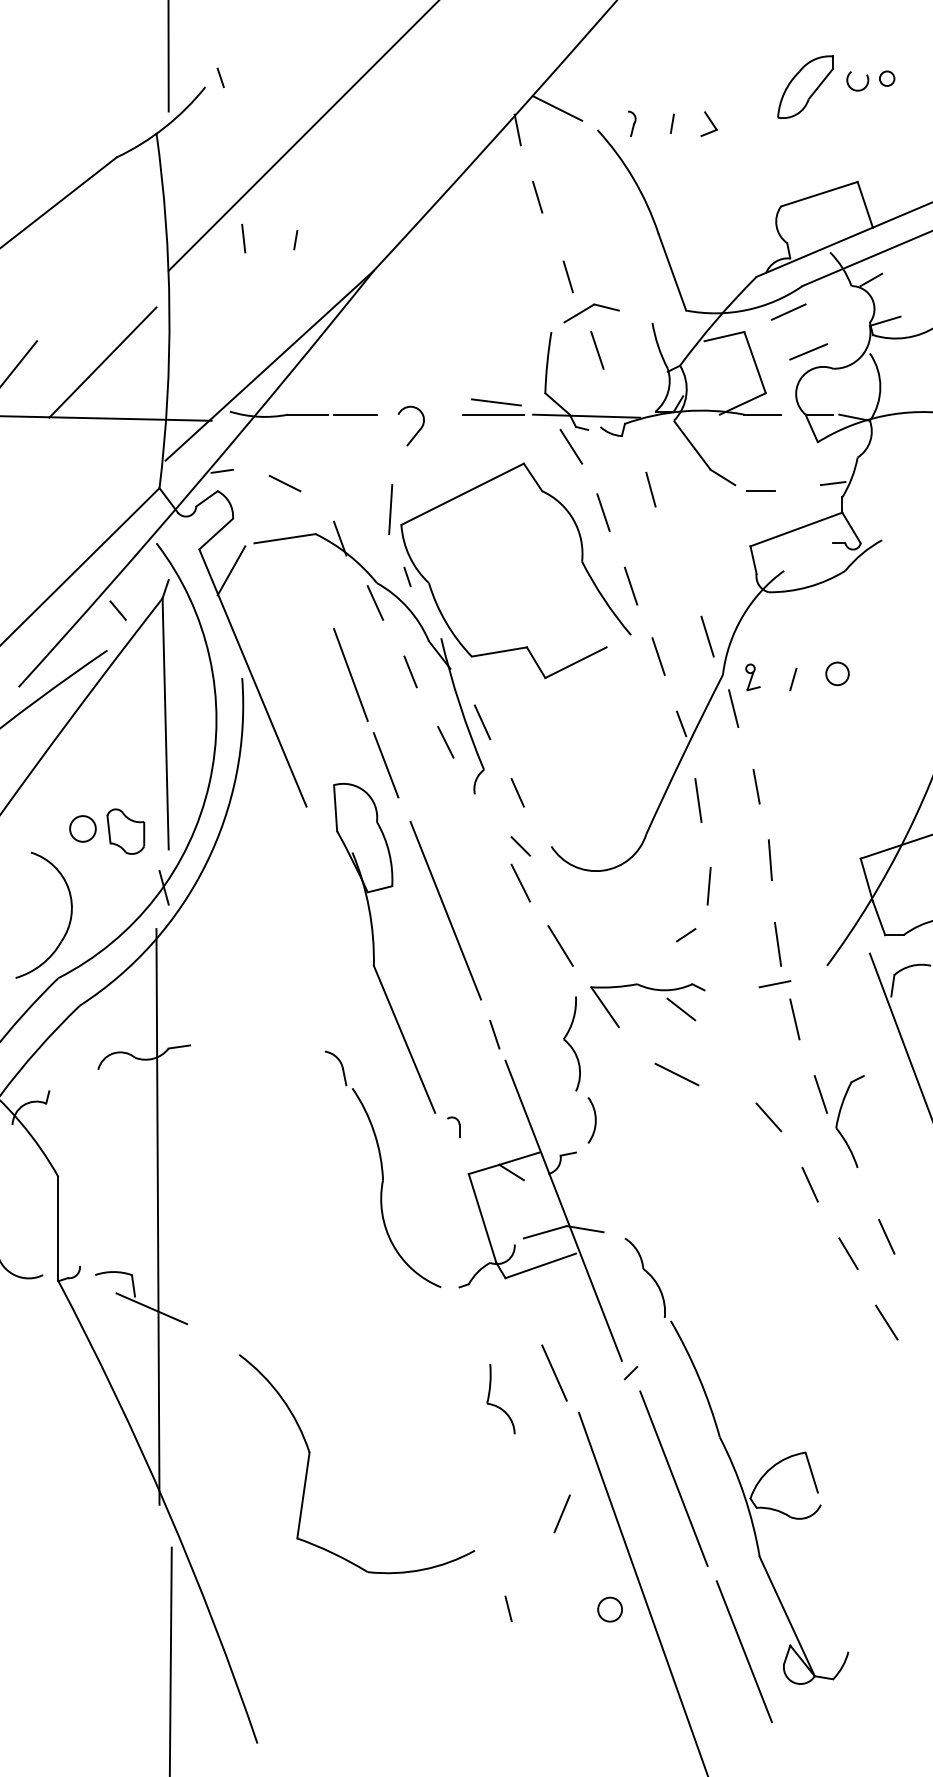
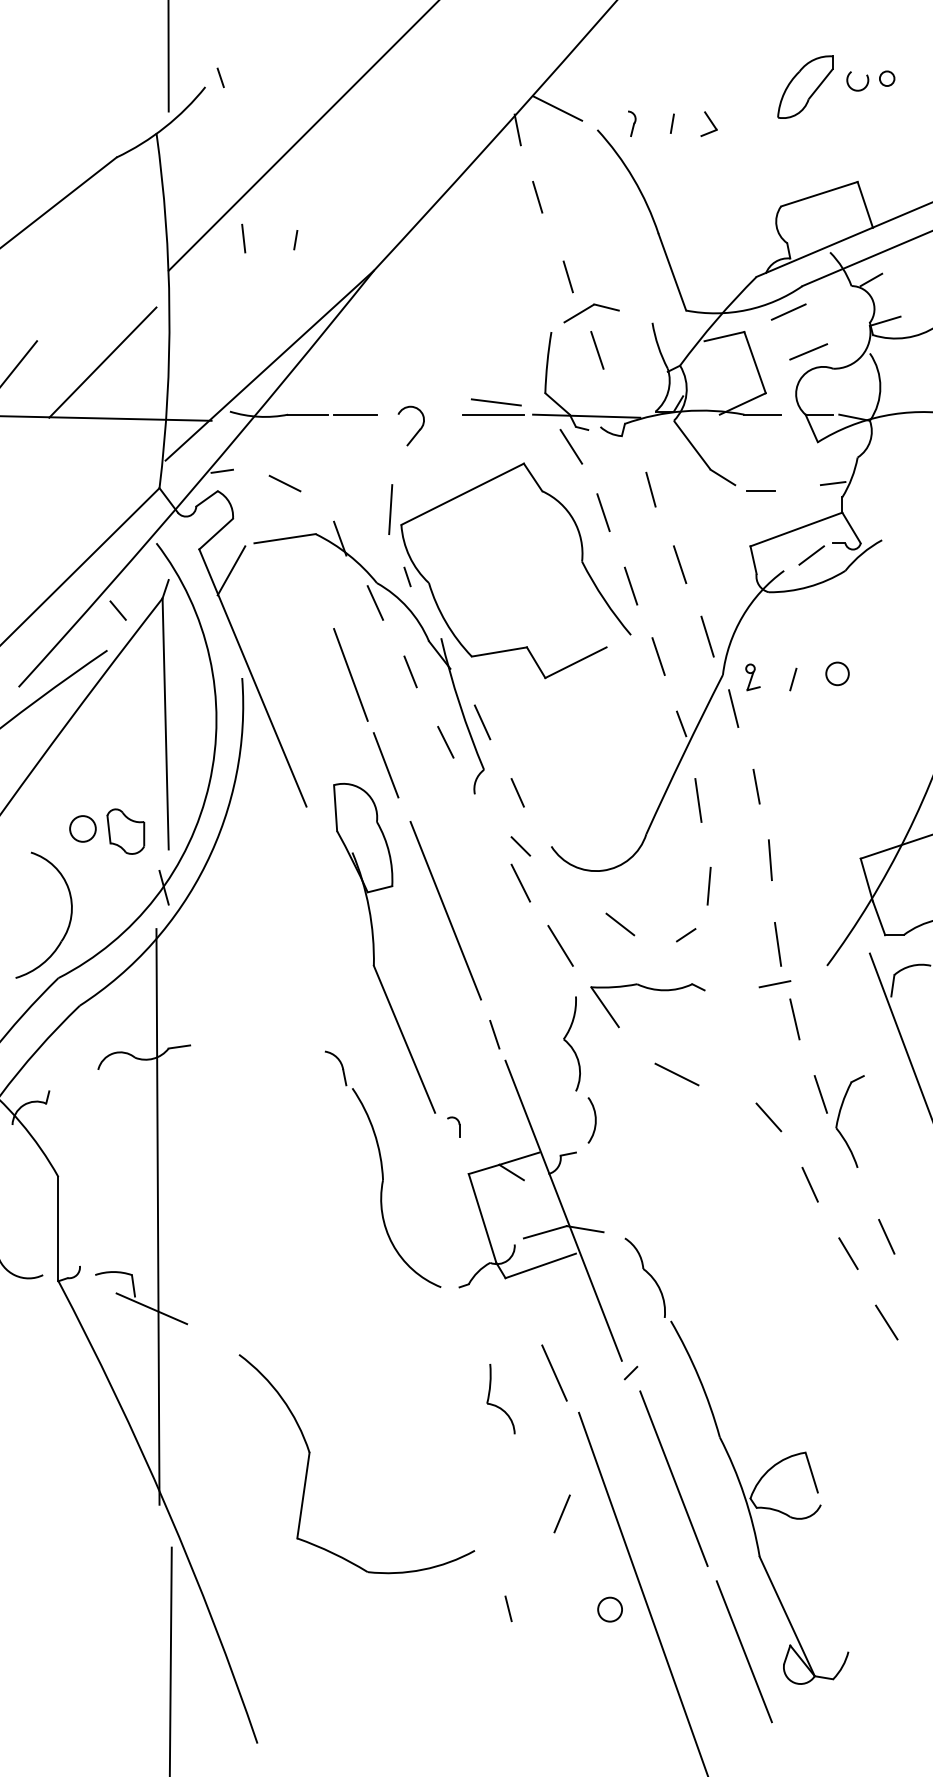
line at (811, 555): none -> present
line at (679, 564): none -> present
line at (681, 1009) position: (681, 1009) -> (620, 924)
